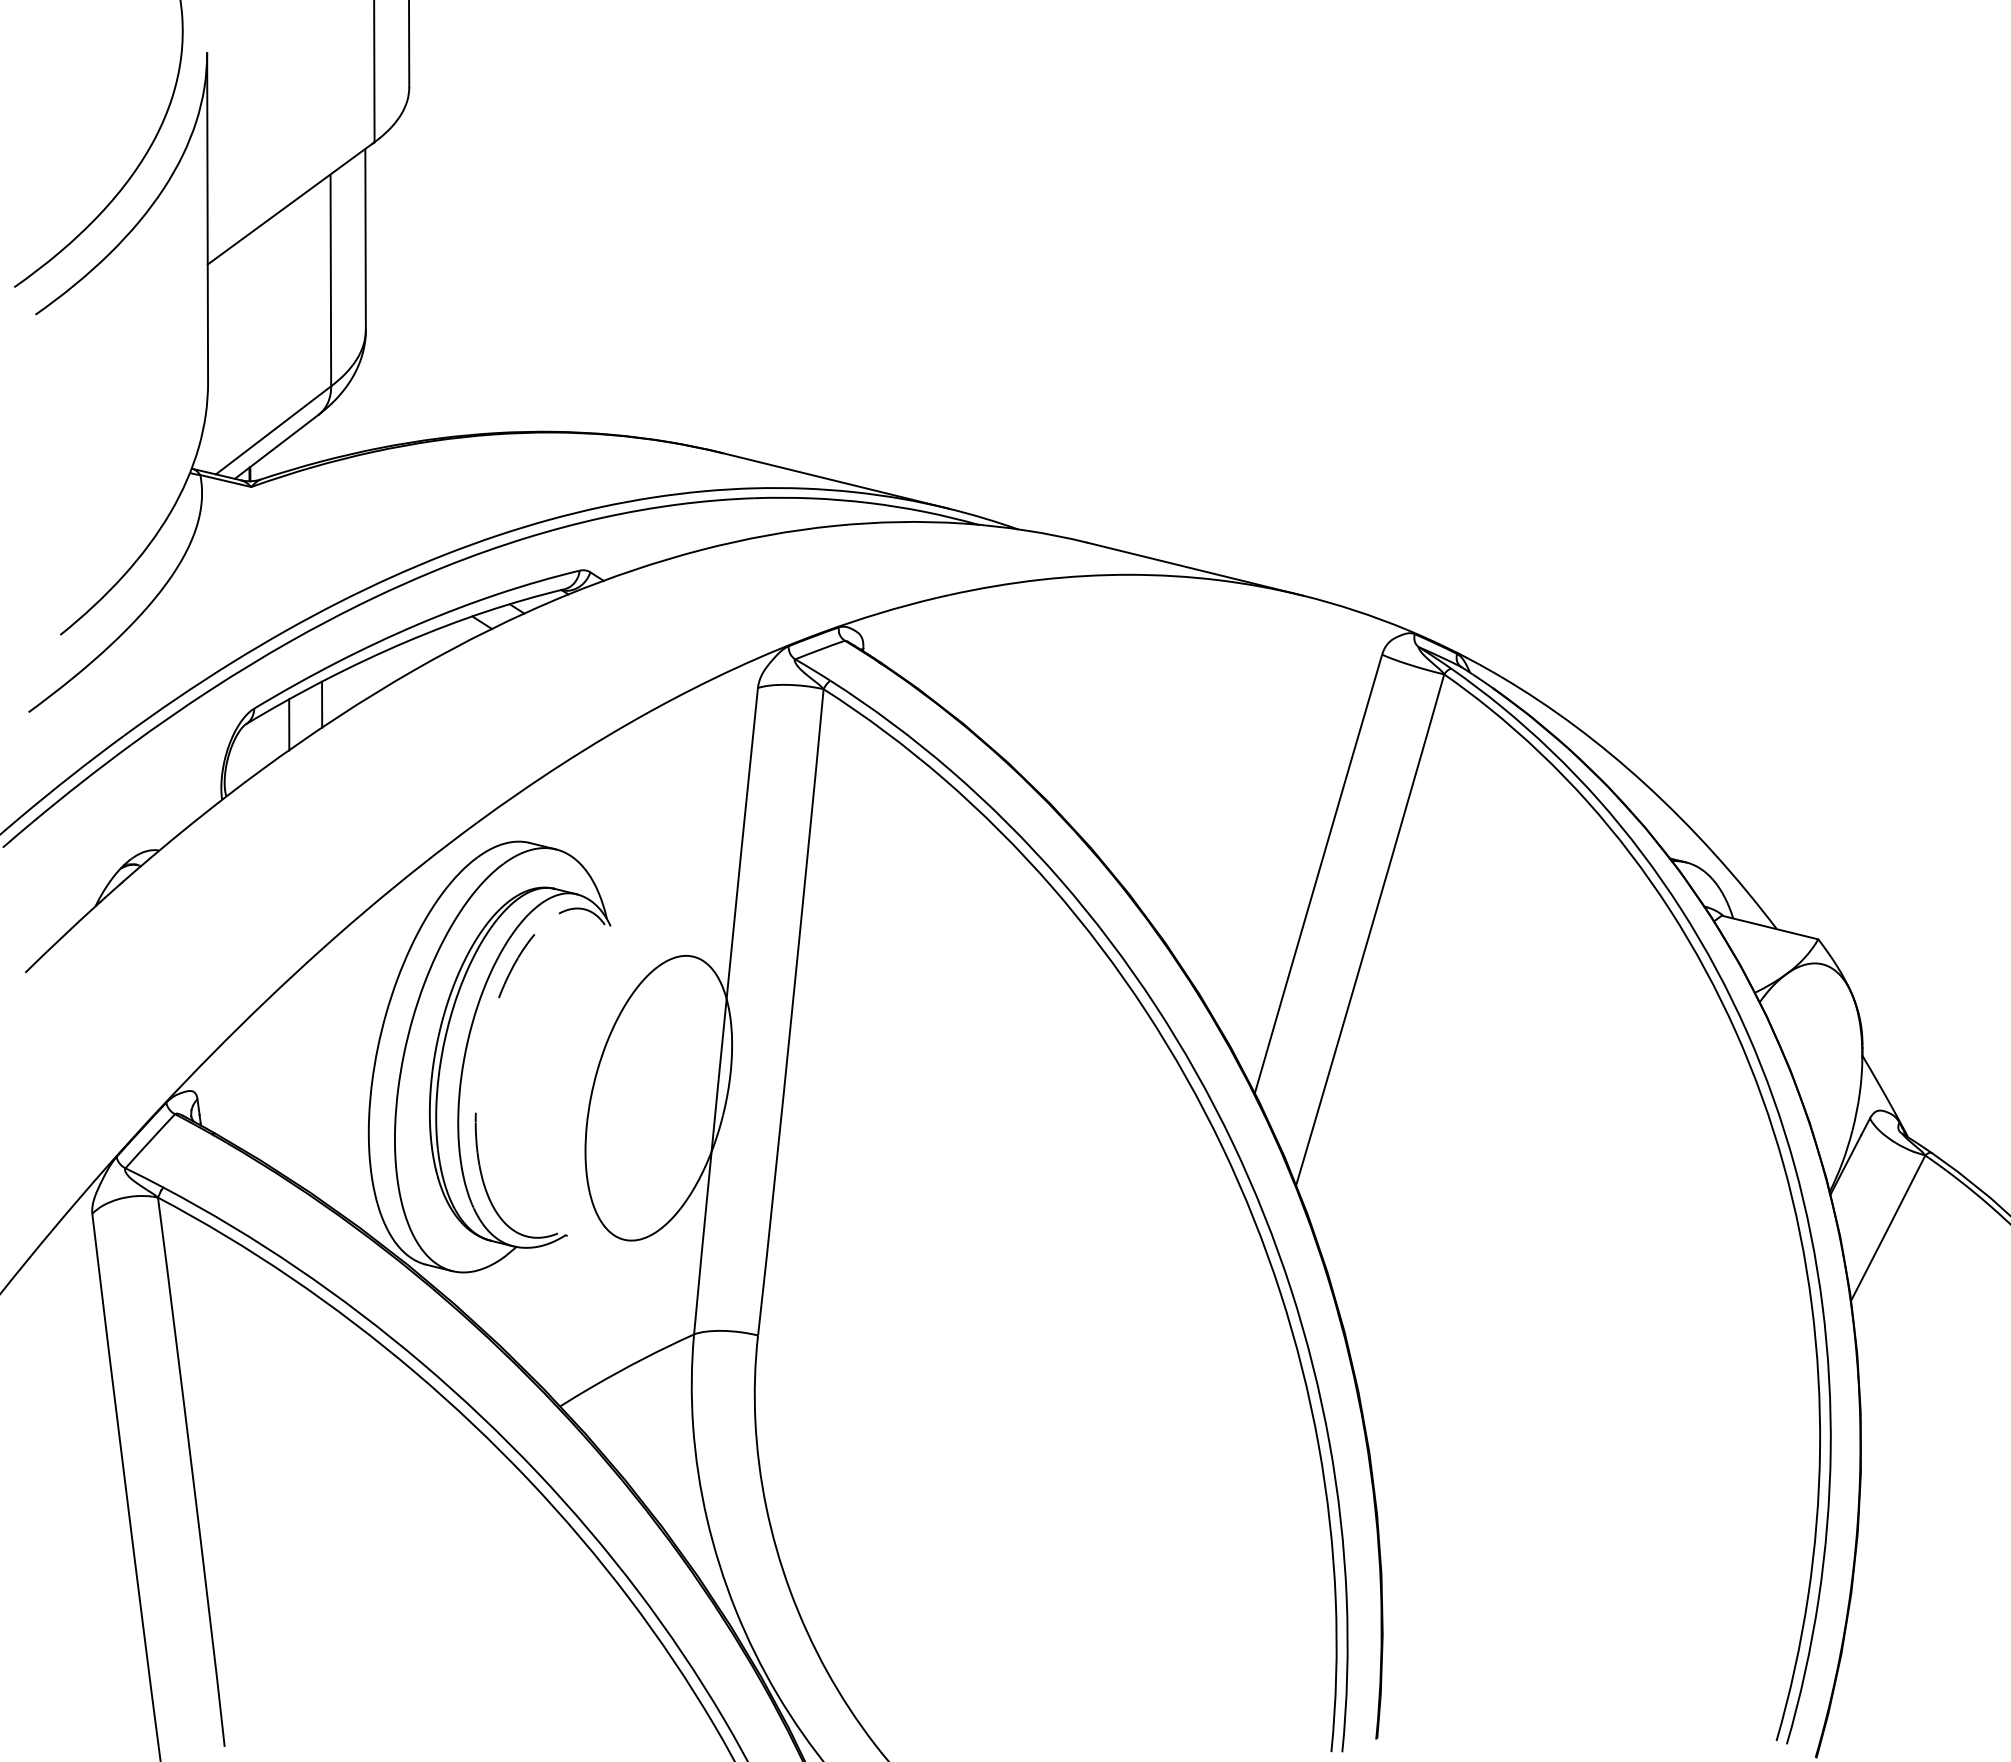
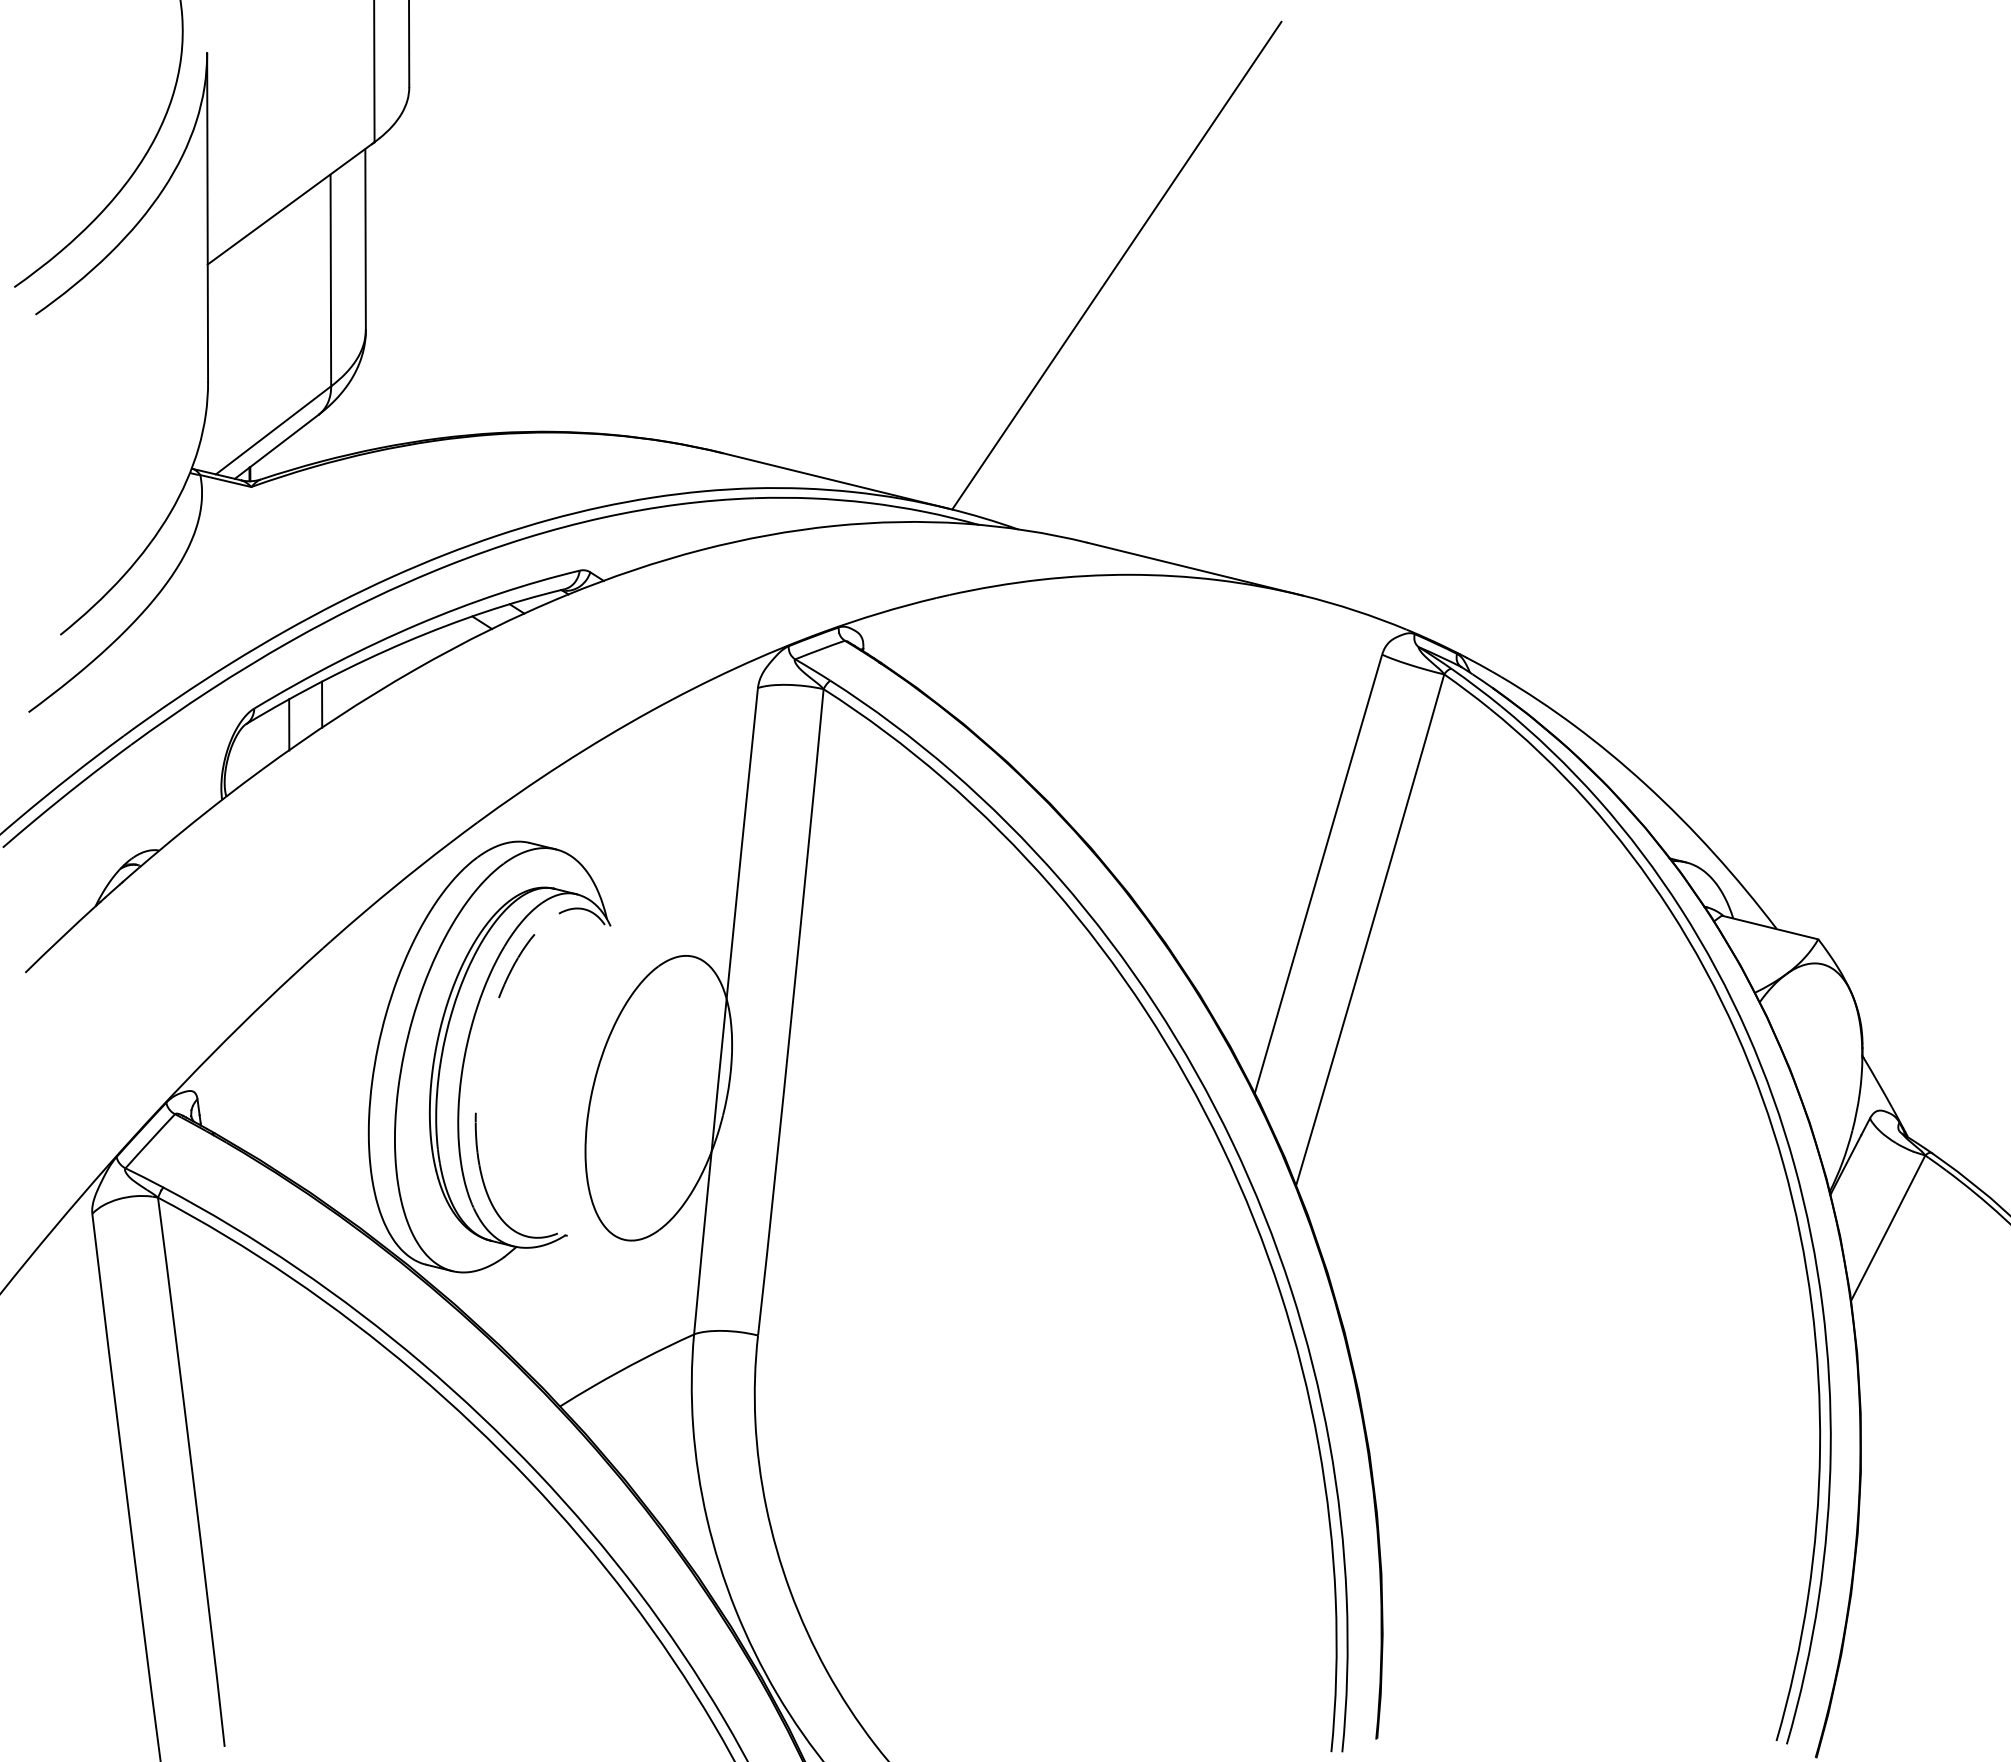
line at (1116, 265): none -> present
